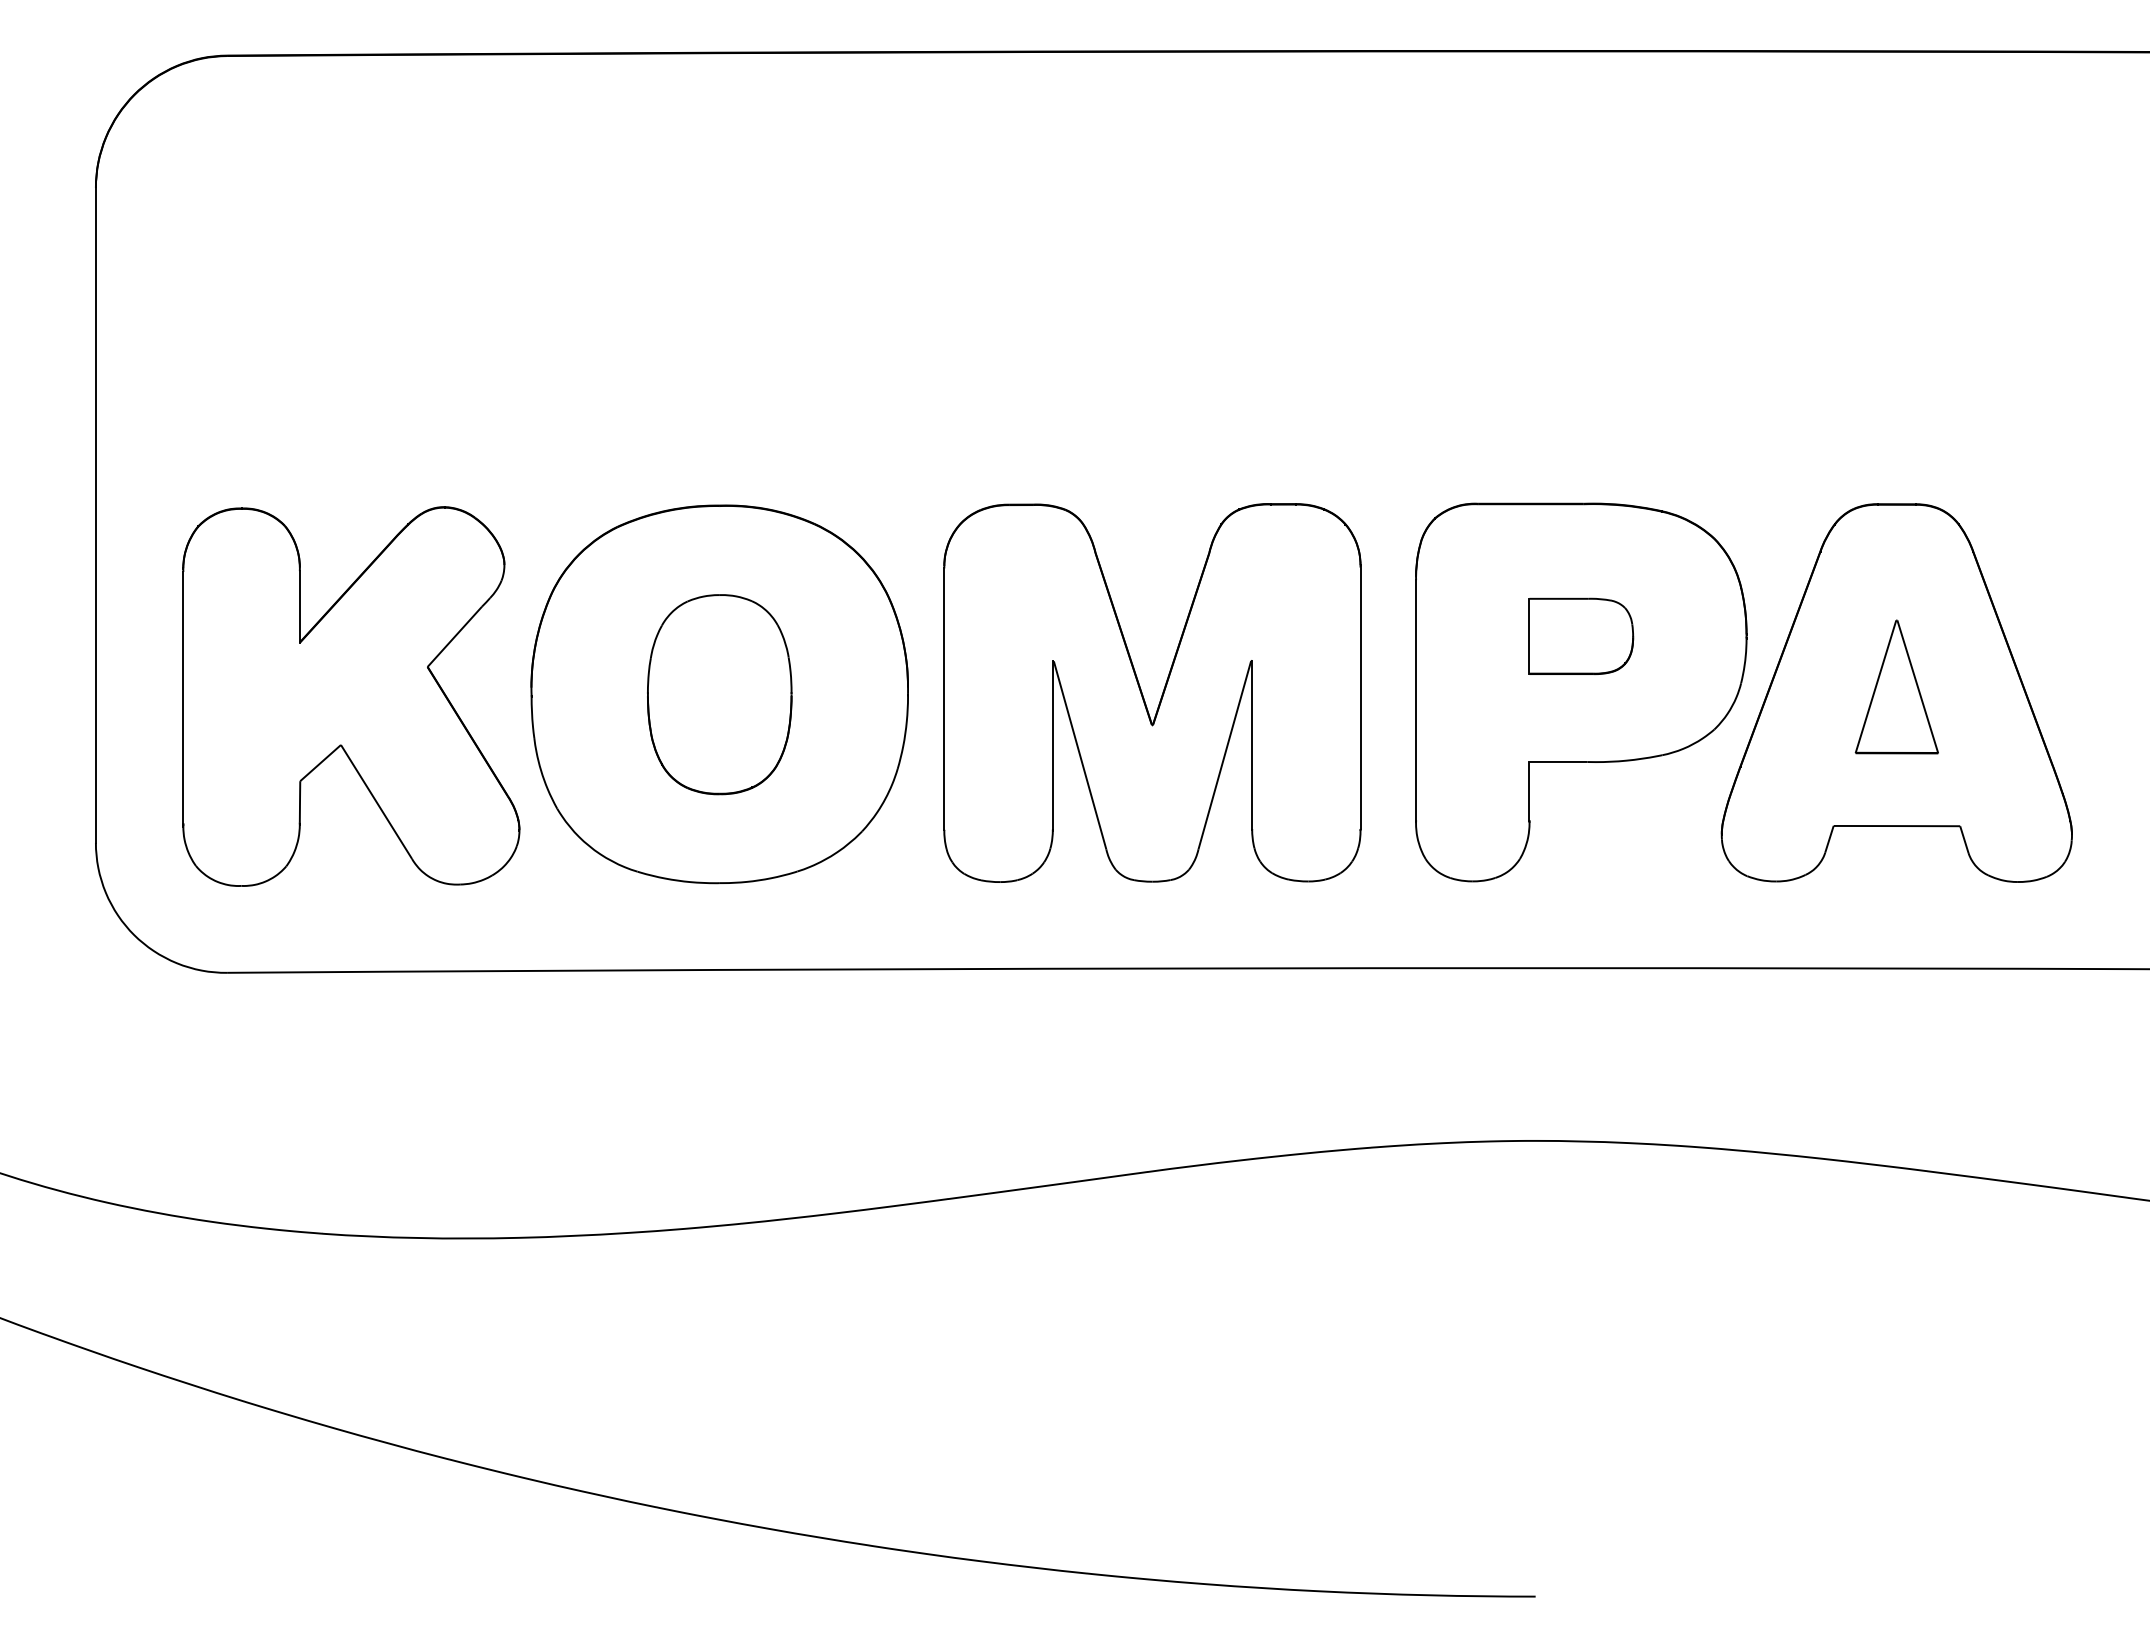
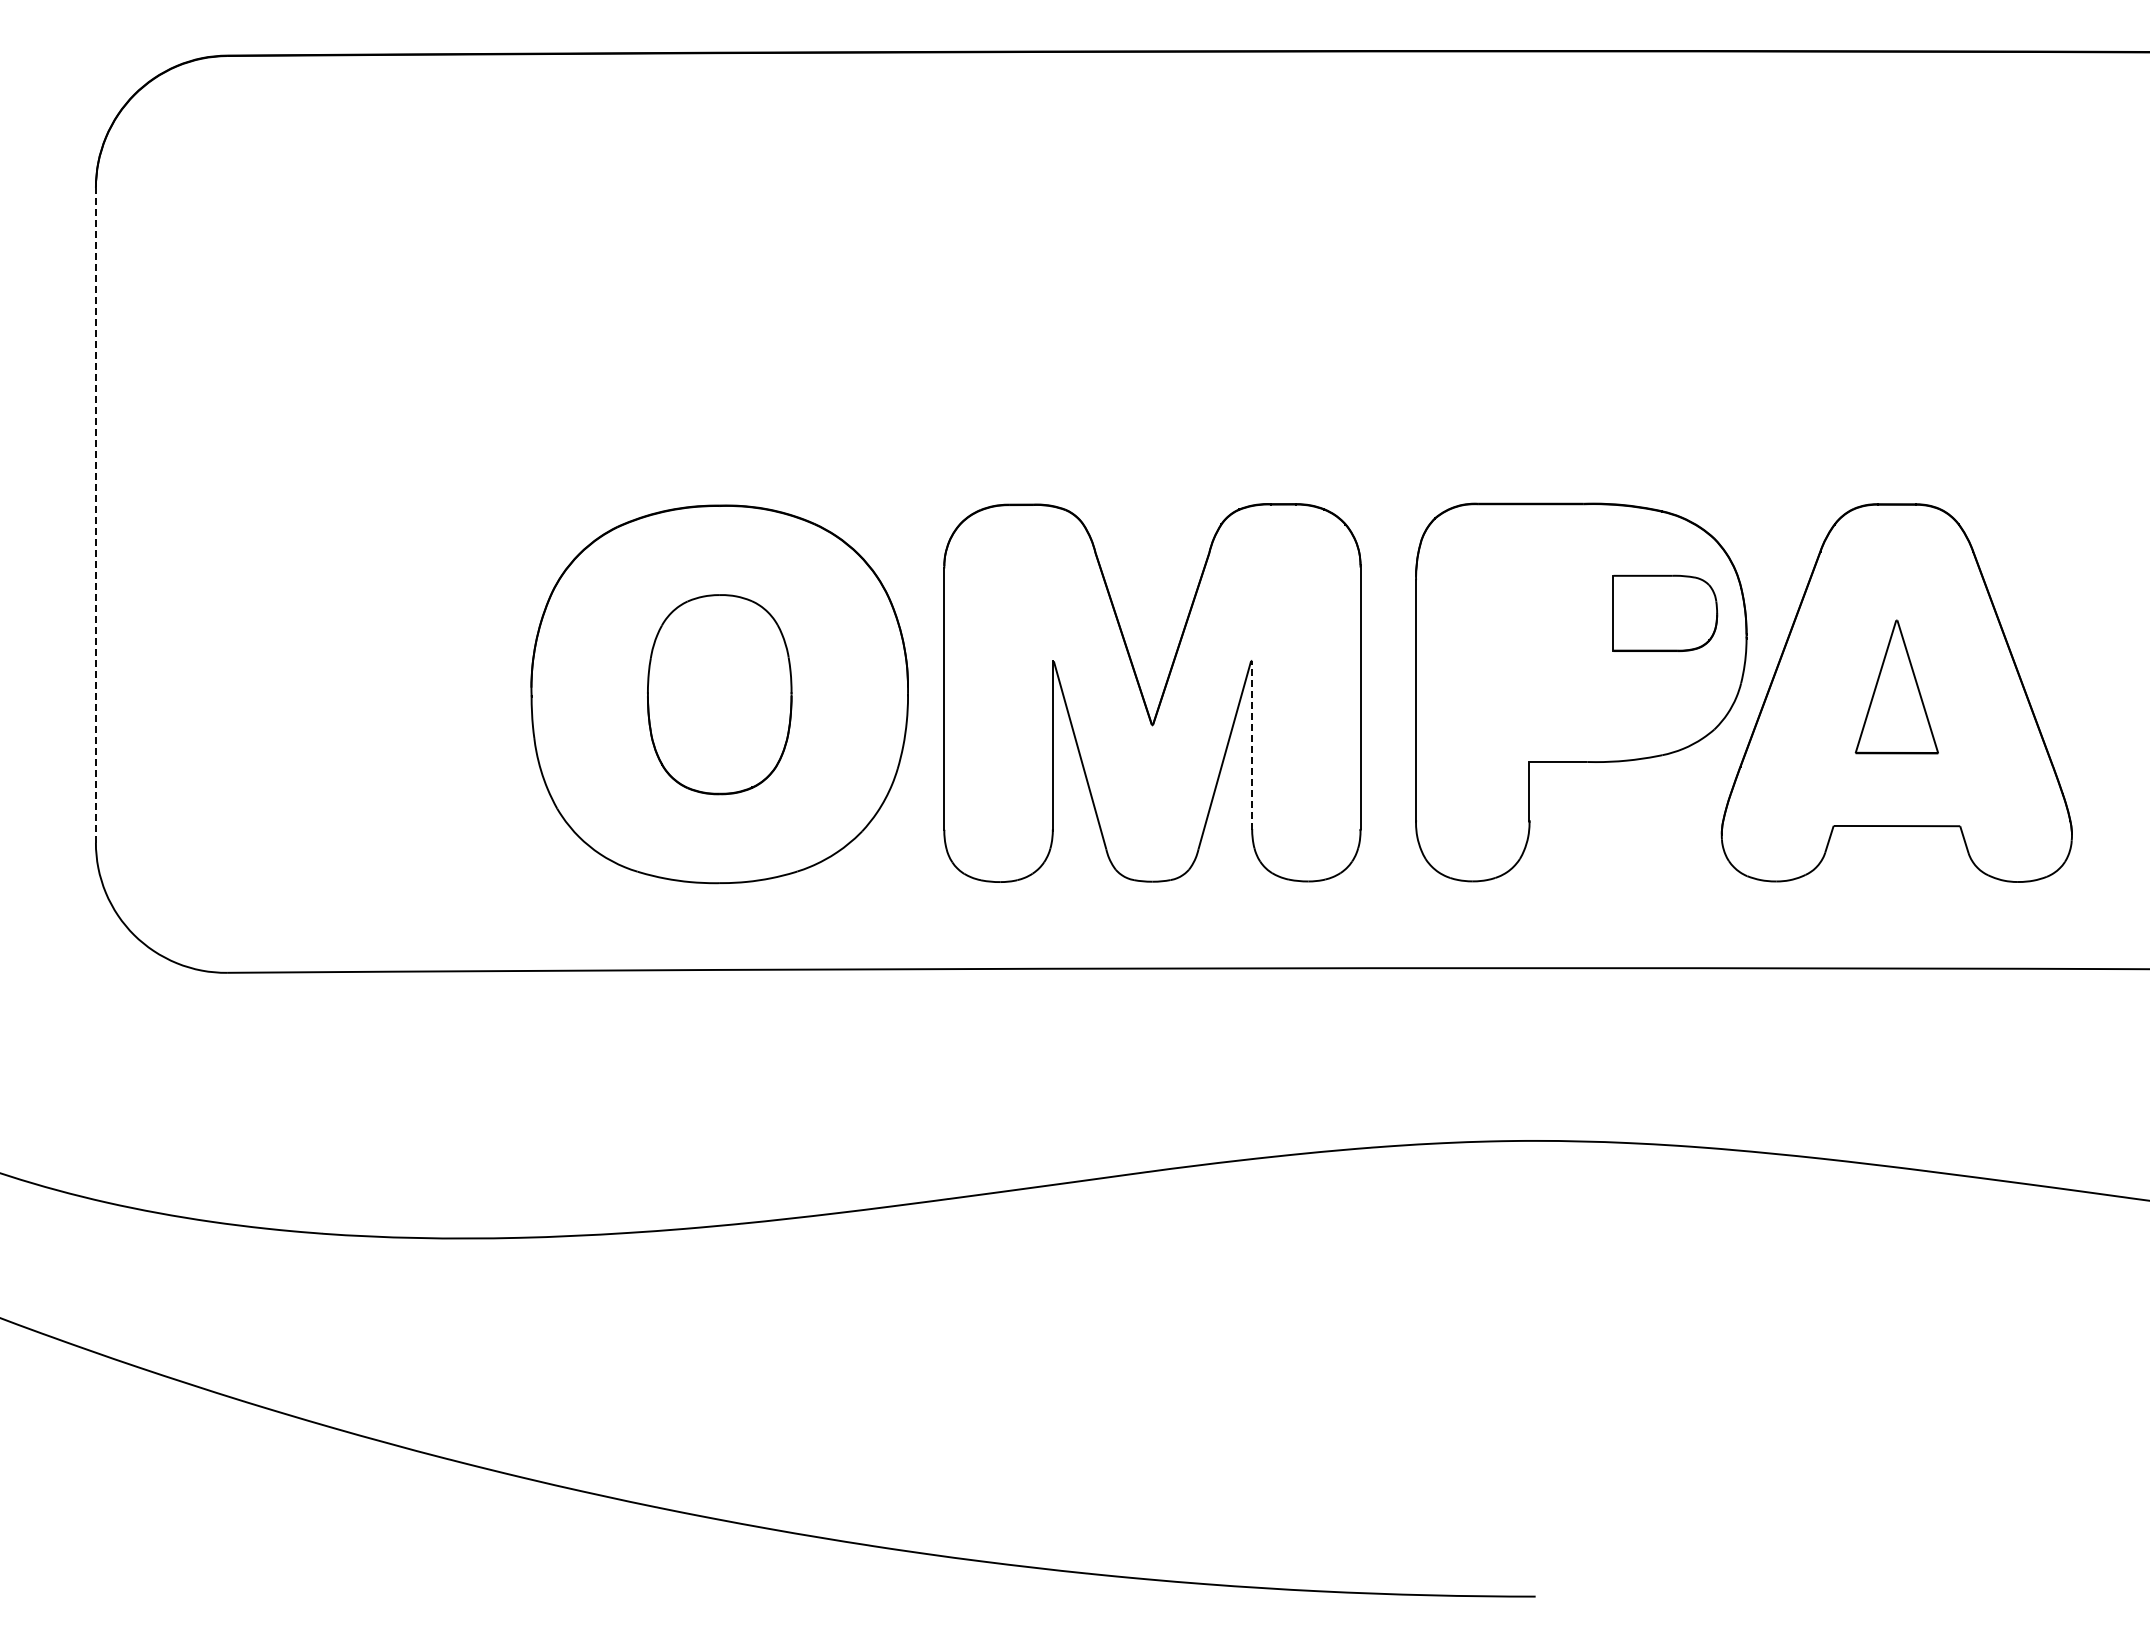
line at (95, 515): solid -> dashed
part at (1581, 635) position: (1581, 635) -> (1665, 612)
part at (351, 696): present -> none
line at (1252, 744): solid -> dashed
